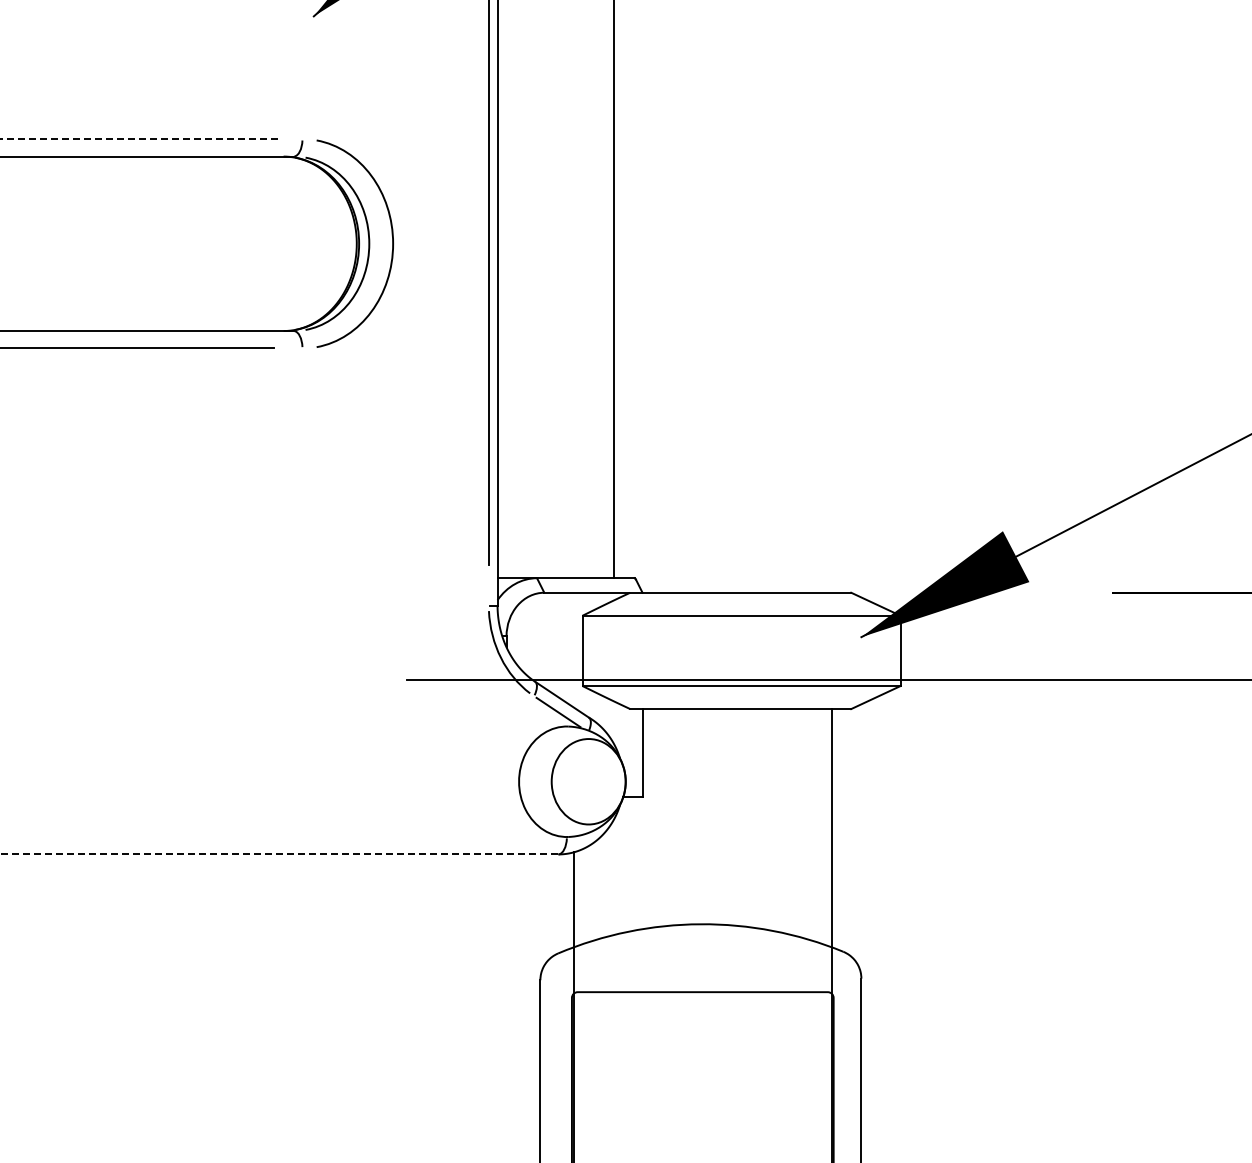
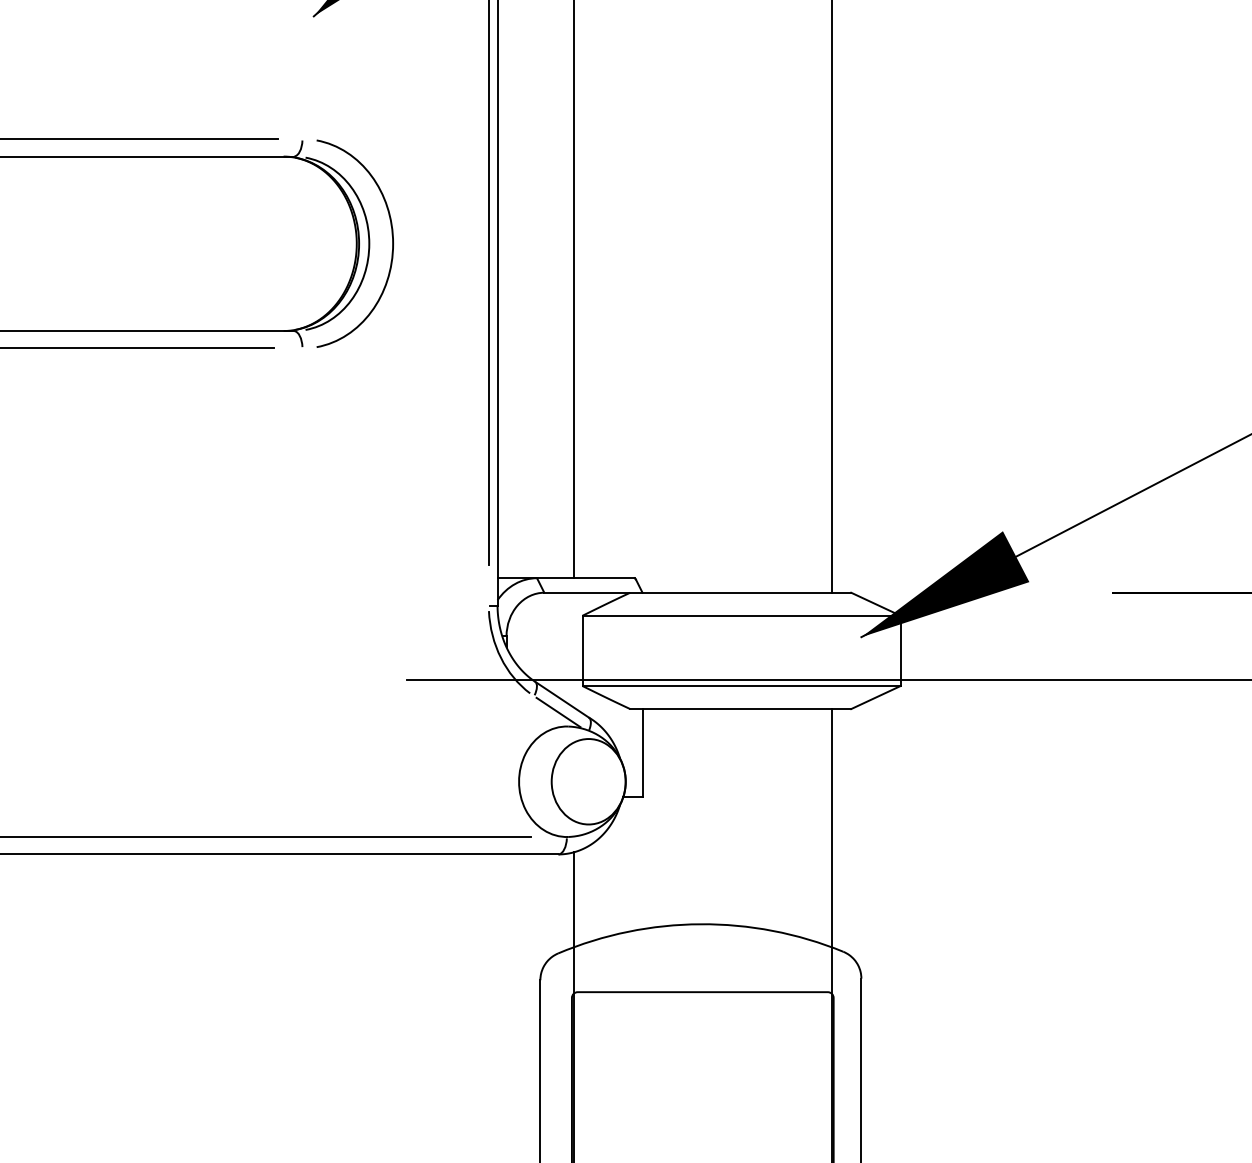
line at (139, 139): dashed -> solid
line at (613, 290) position: (613, 290) -> (573, 290)
line at (832, 297): none -> present
line at (266, 837): none -> present
line at (279, 854): dashed -> solid
